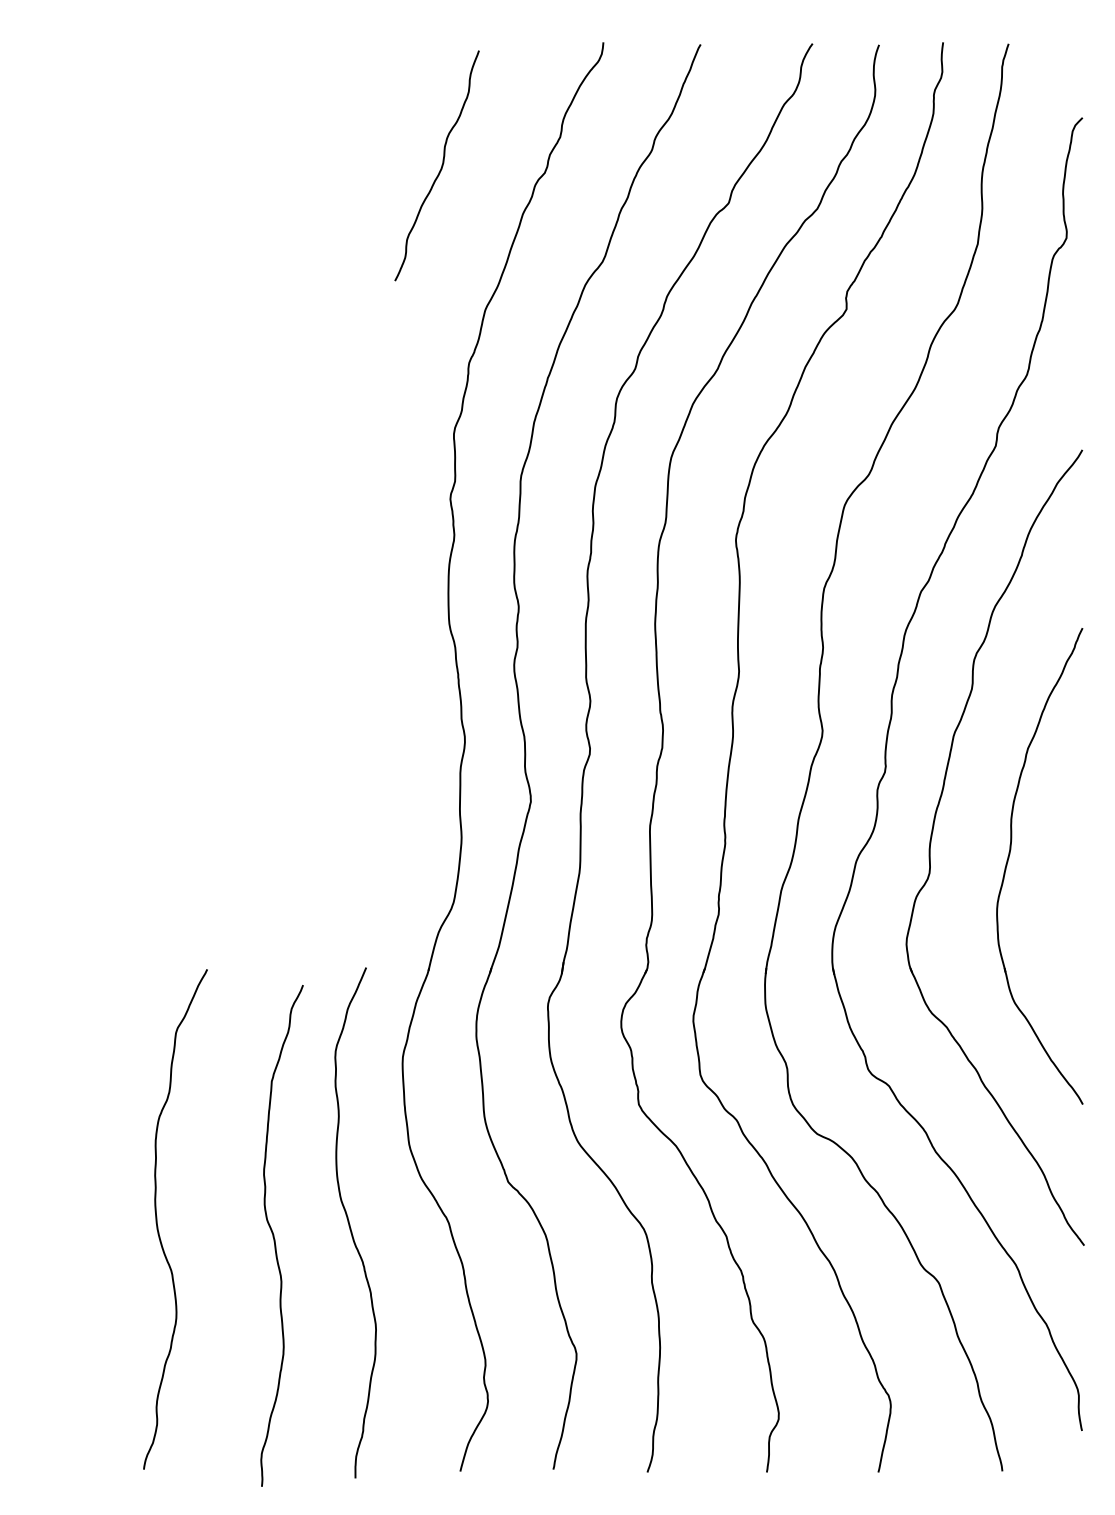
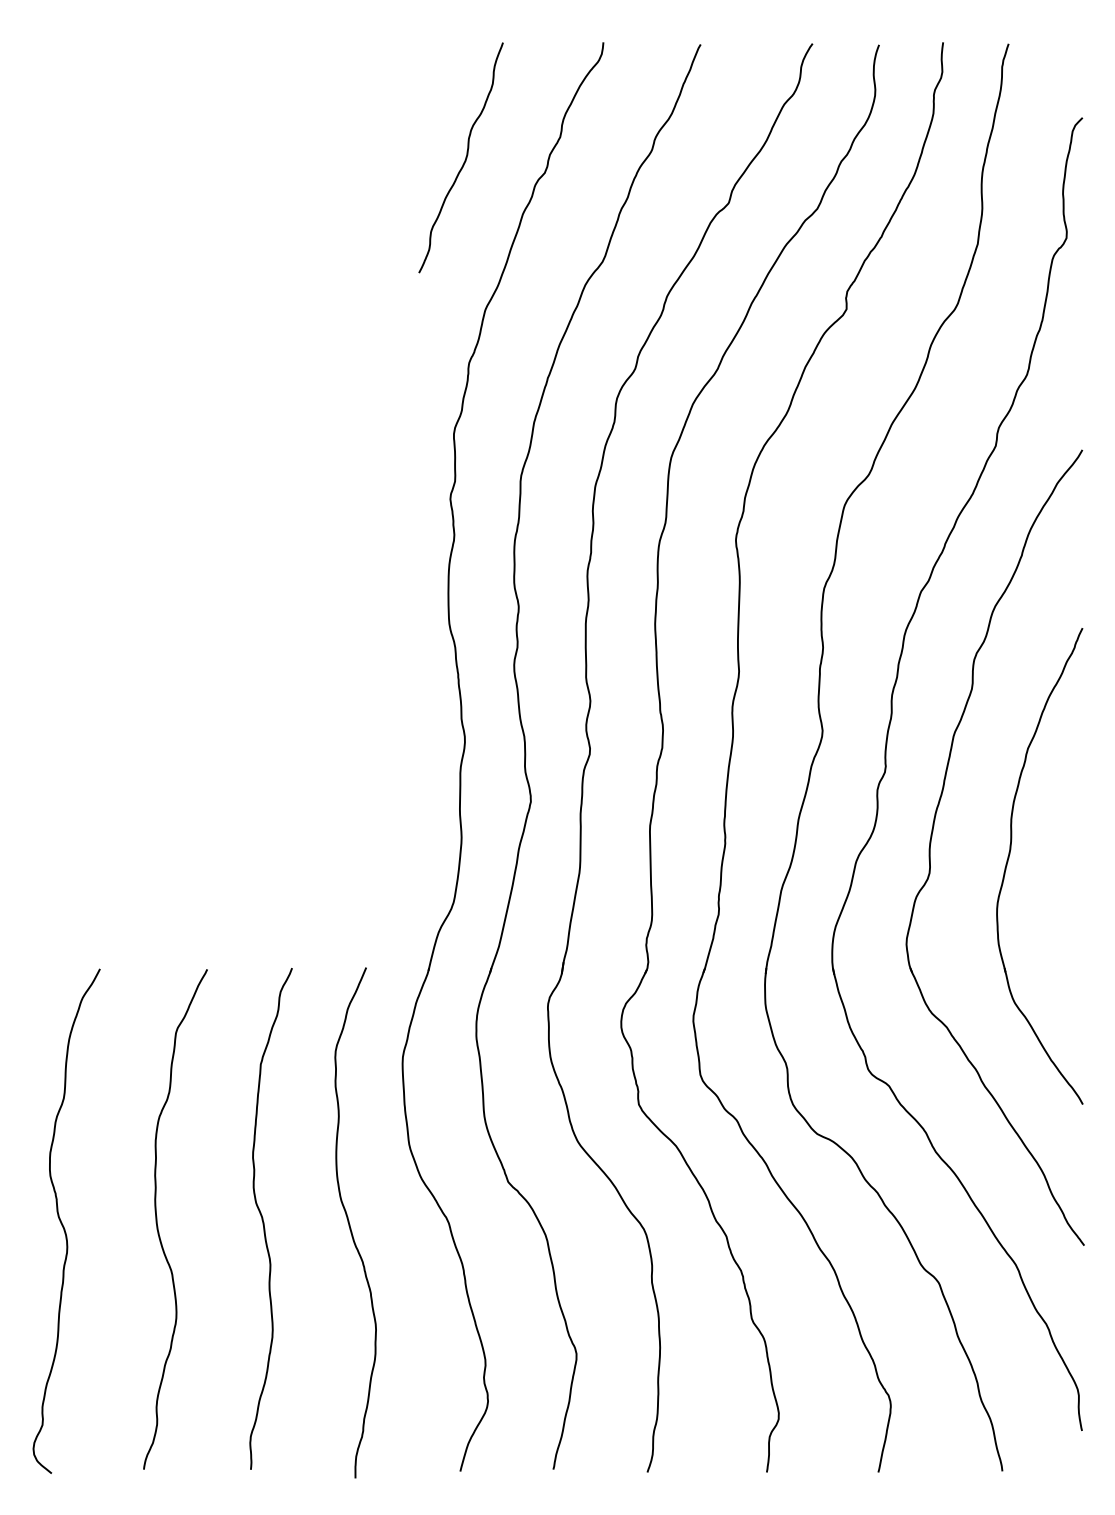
curve at (441, 165) position: (441, 165) -> (465, 157)
curve at (62, 1222): none -> present
curve at (274, 1235) position: (274, 1235) -> (263, 1218)
